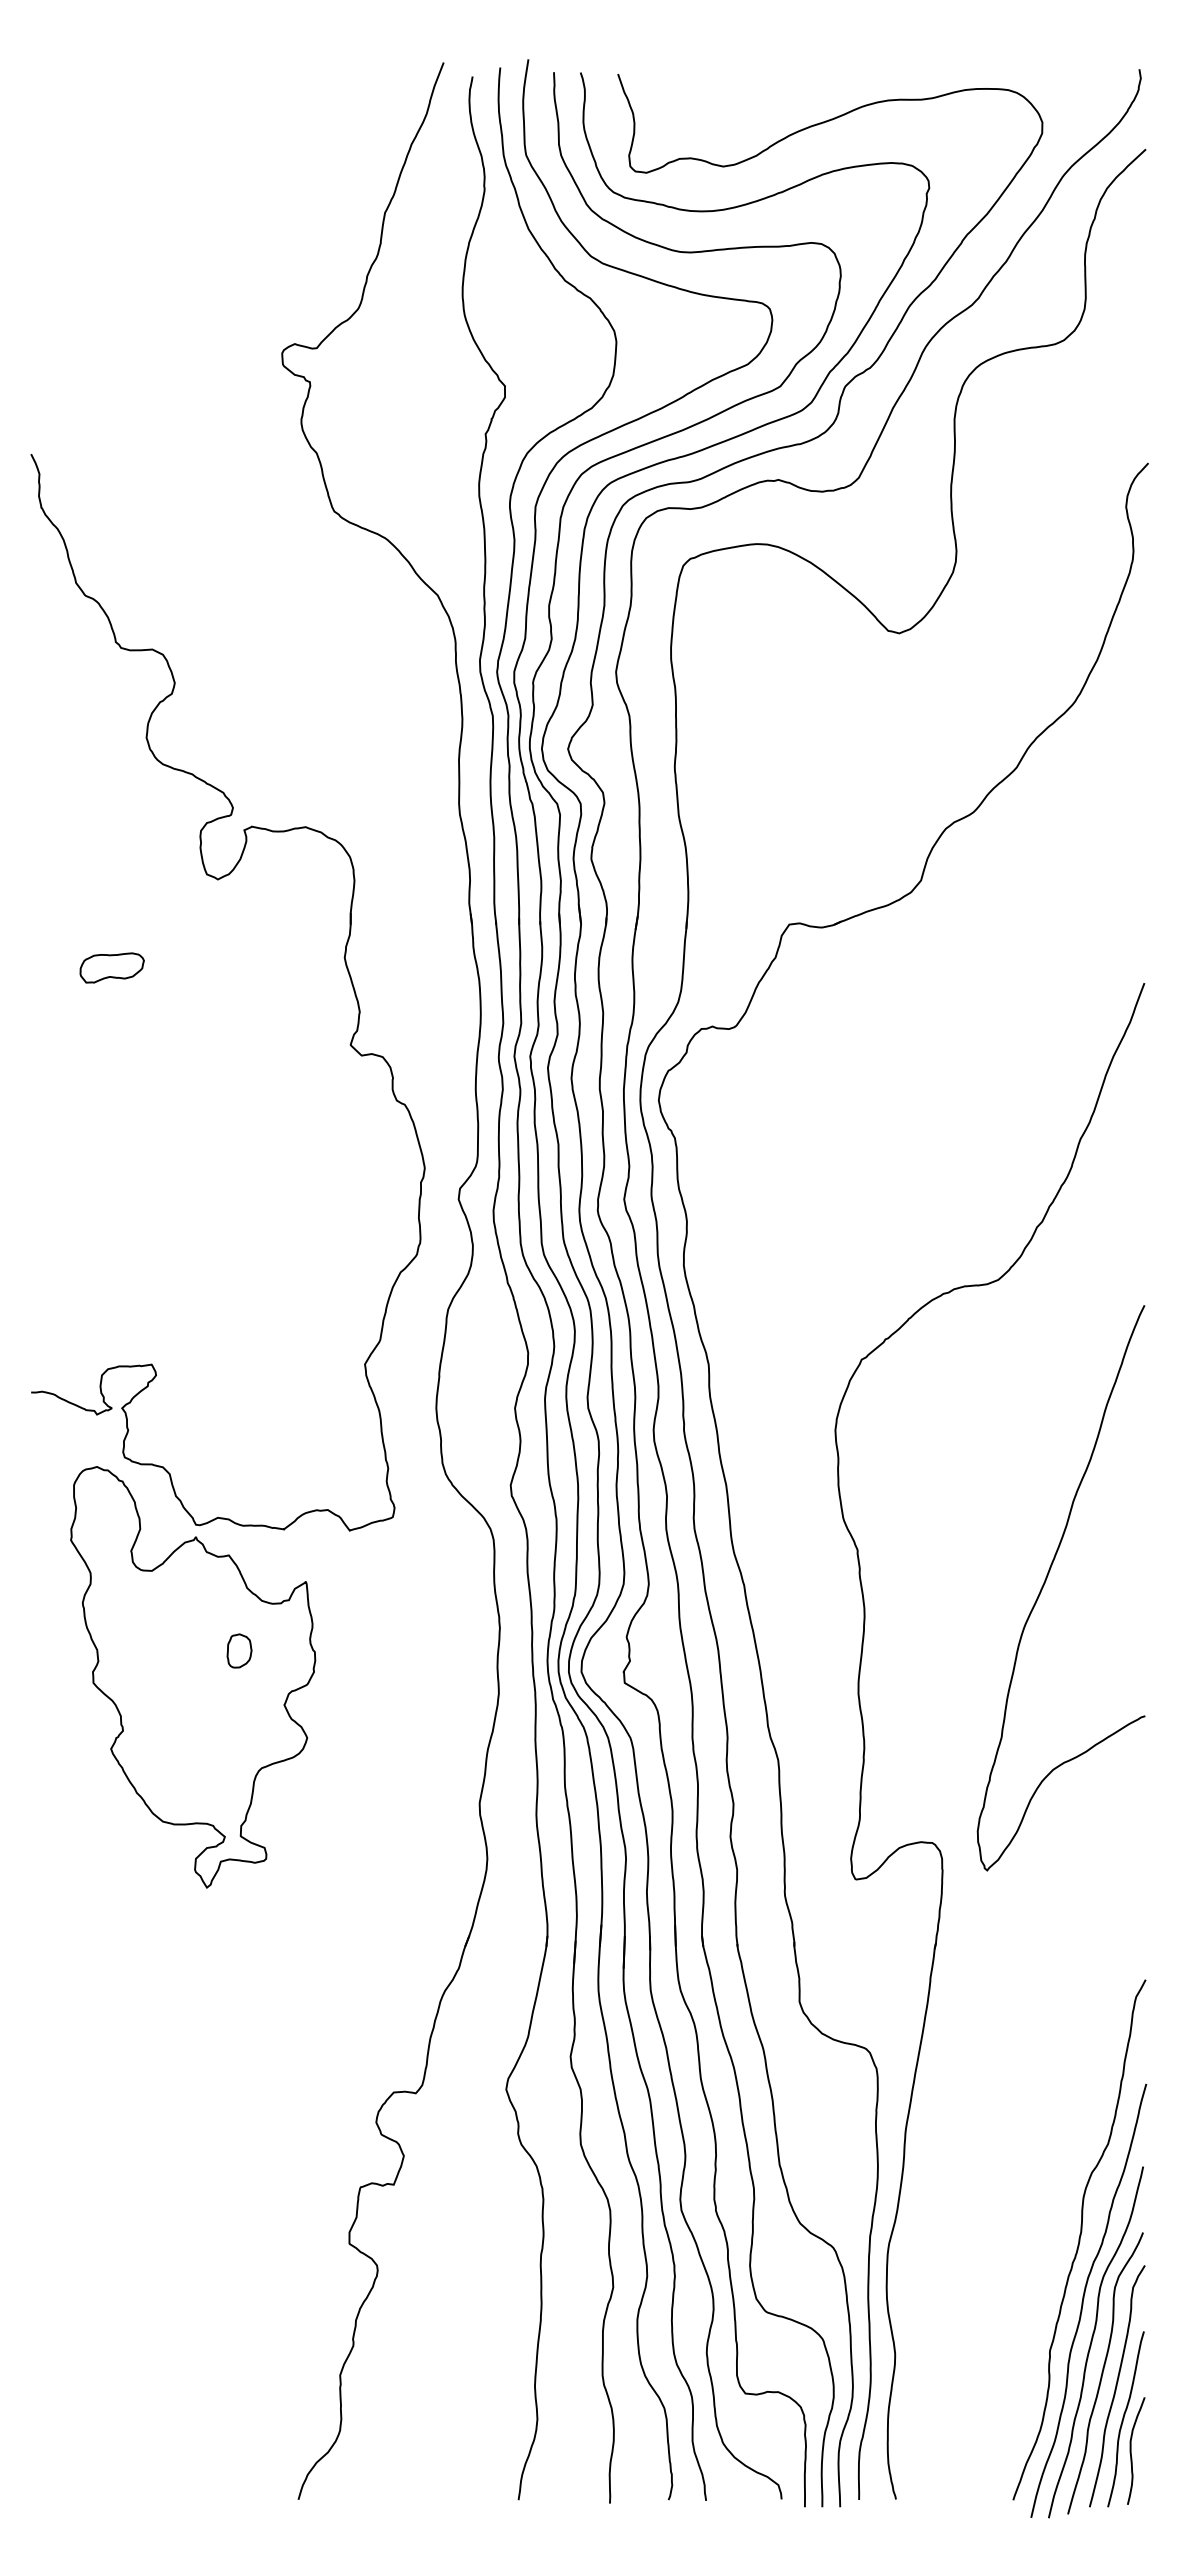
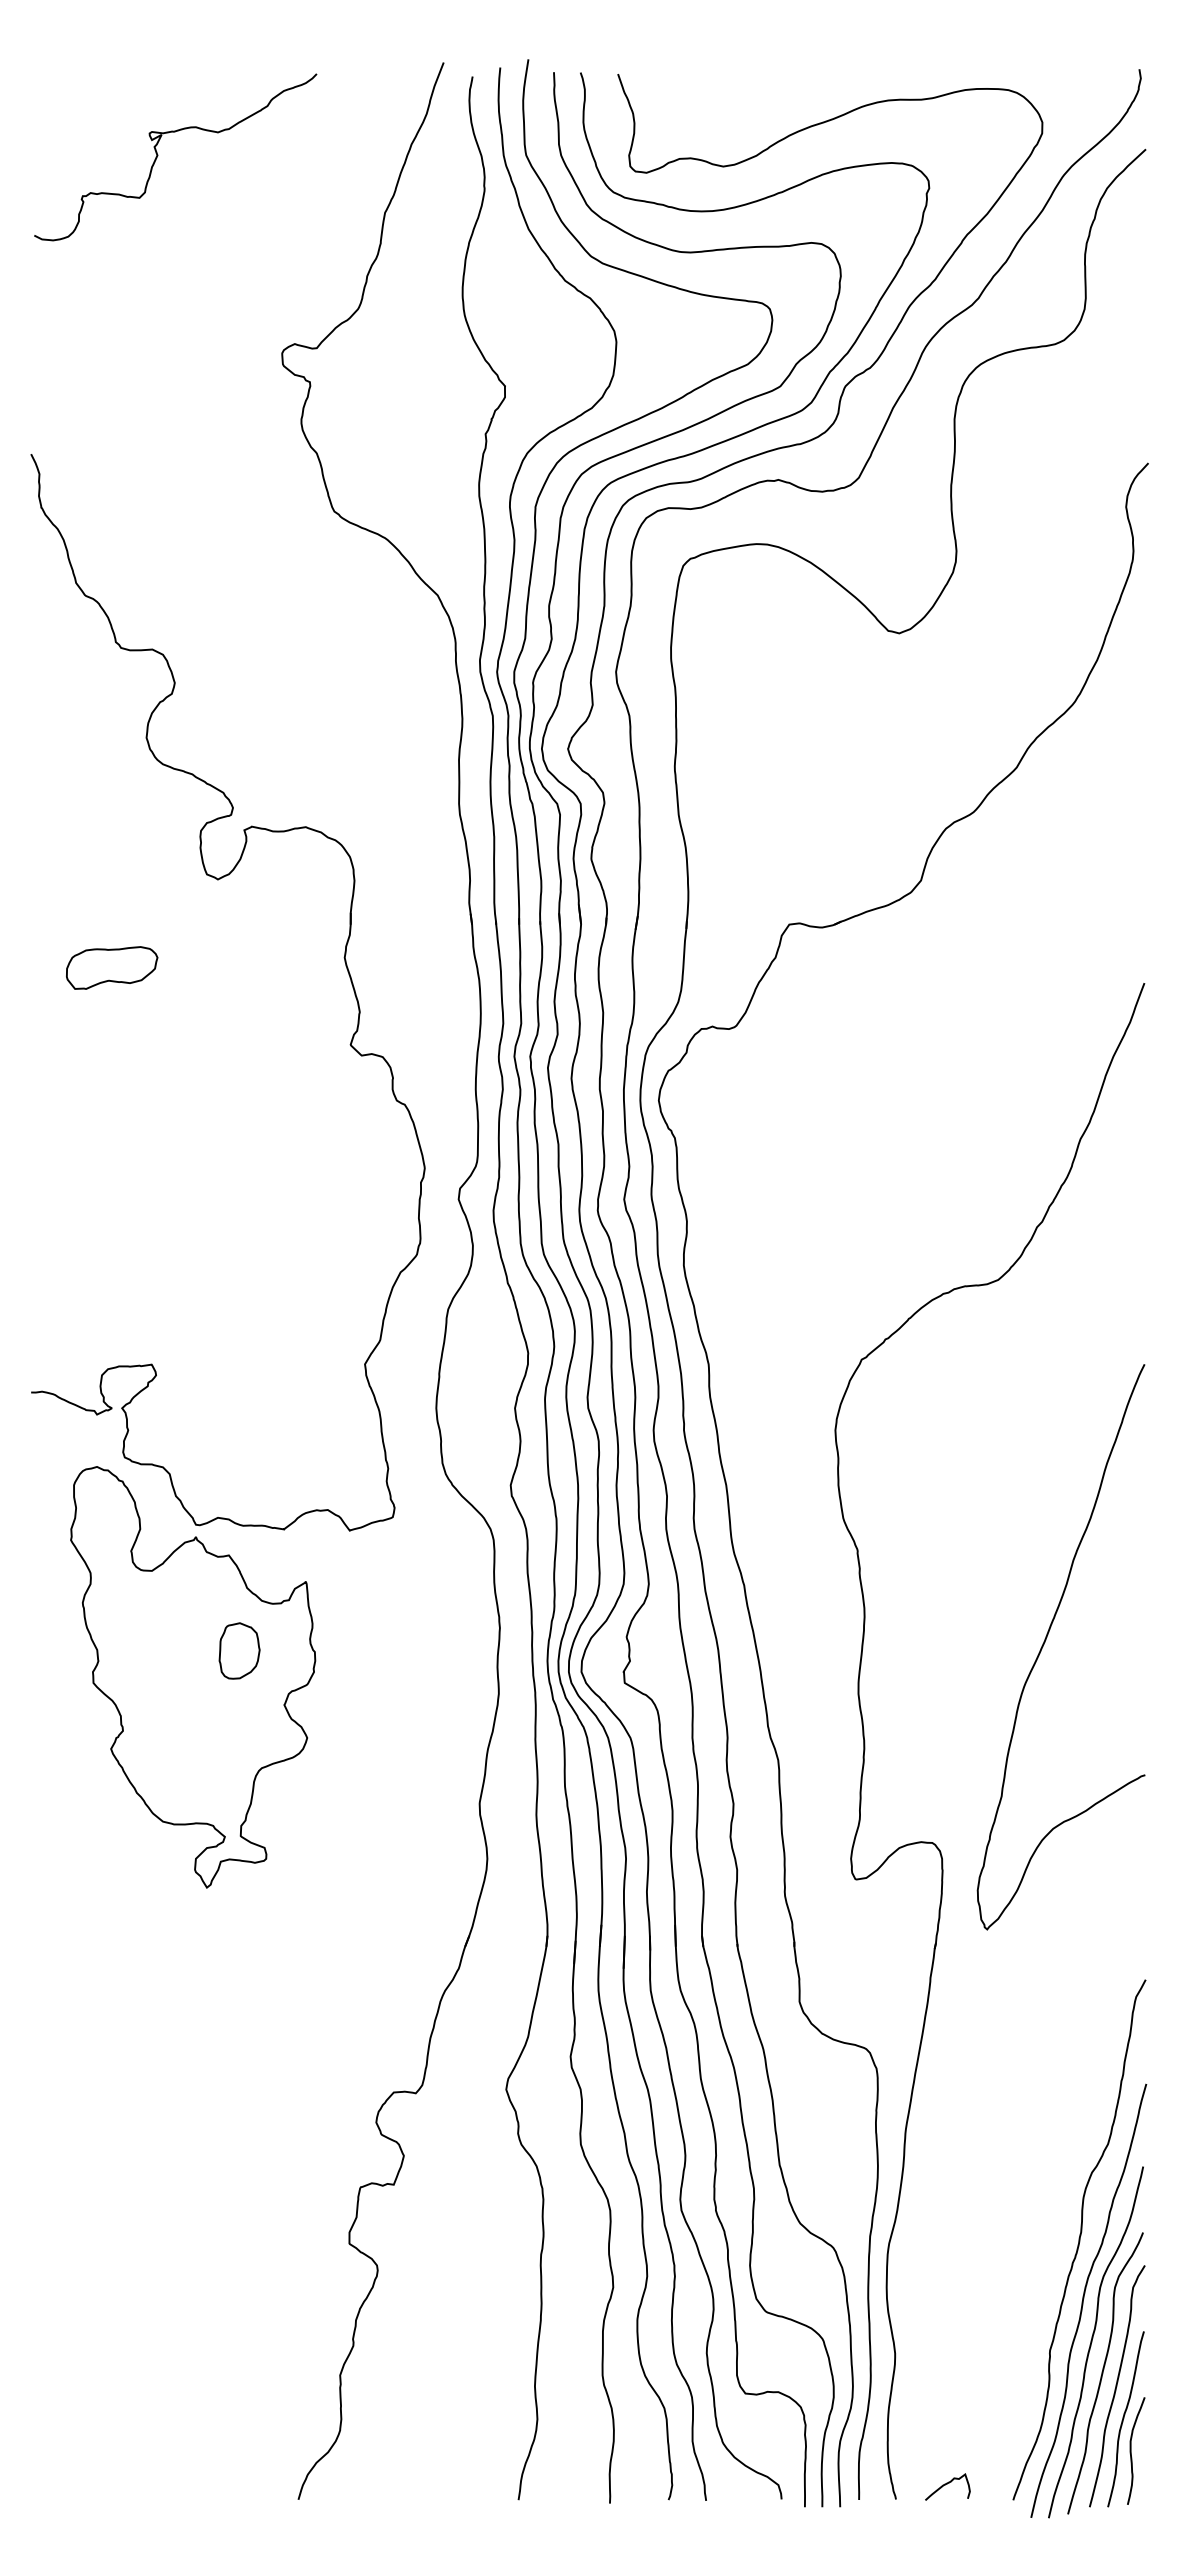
curve at (158, 155): none -> present
part at (111, 967) size: 66x32 px -> 93x44 px
curve at (1046, 1581) position: (1046, 1581) -> (1046, 1640)
part at (239, 1650) size: 27x36 px -> 43x58 px
curve at (947, 2484): none -> present
